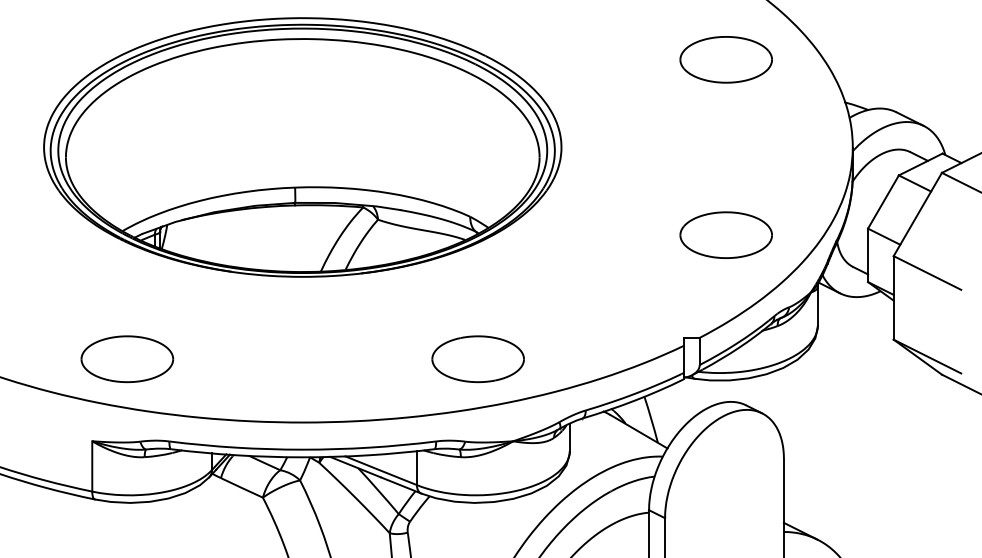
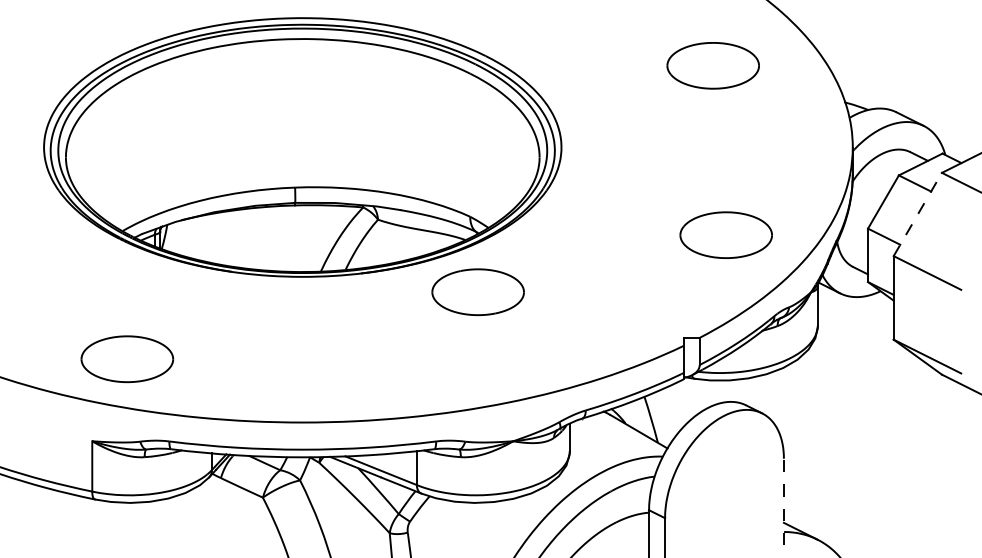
part at (725, 59) position: (725, 59) -> (712, 65)
line at (918, 214): solid -> dashed
part at (477, 359) position: (477, 359) -> (477, 292)
line at (783, 507): solid -> dashed
